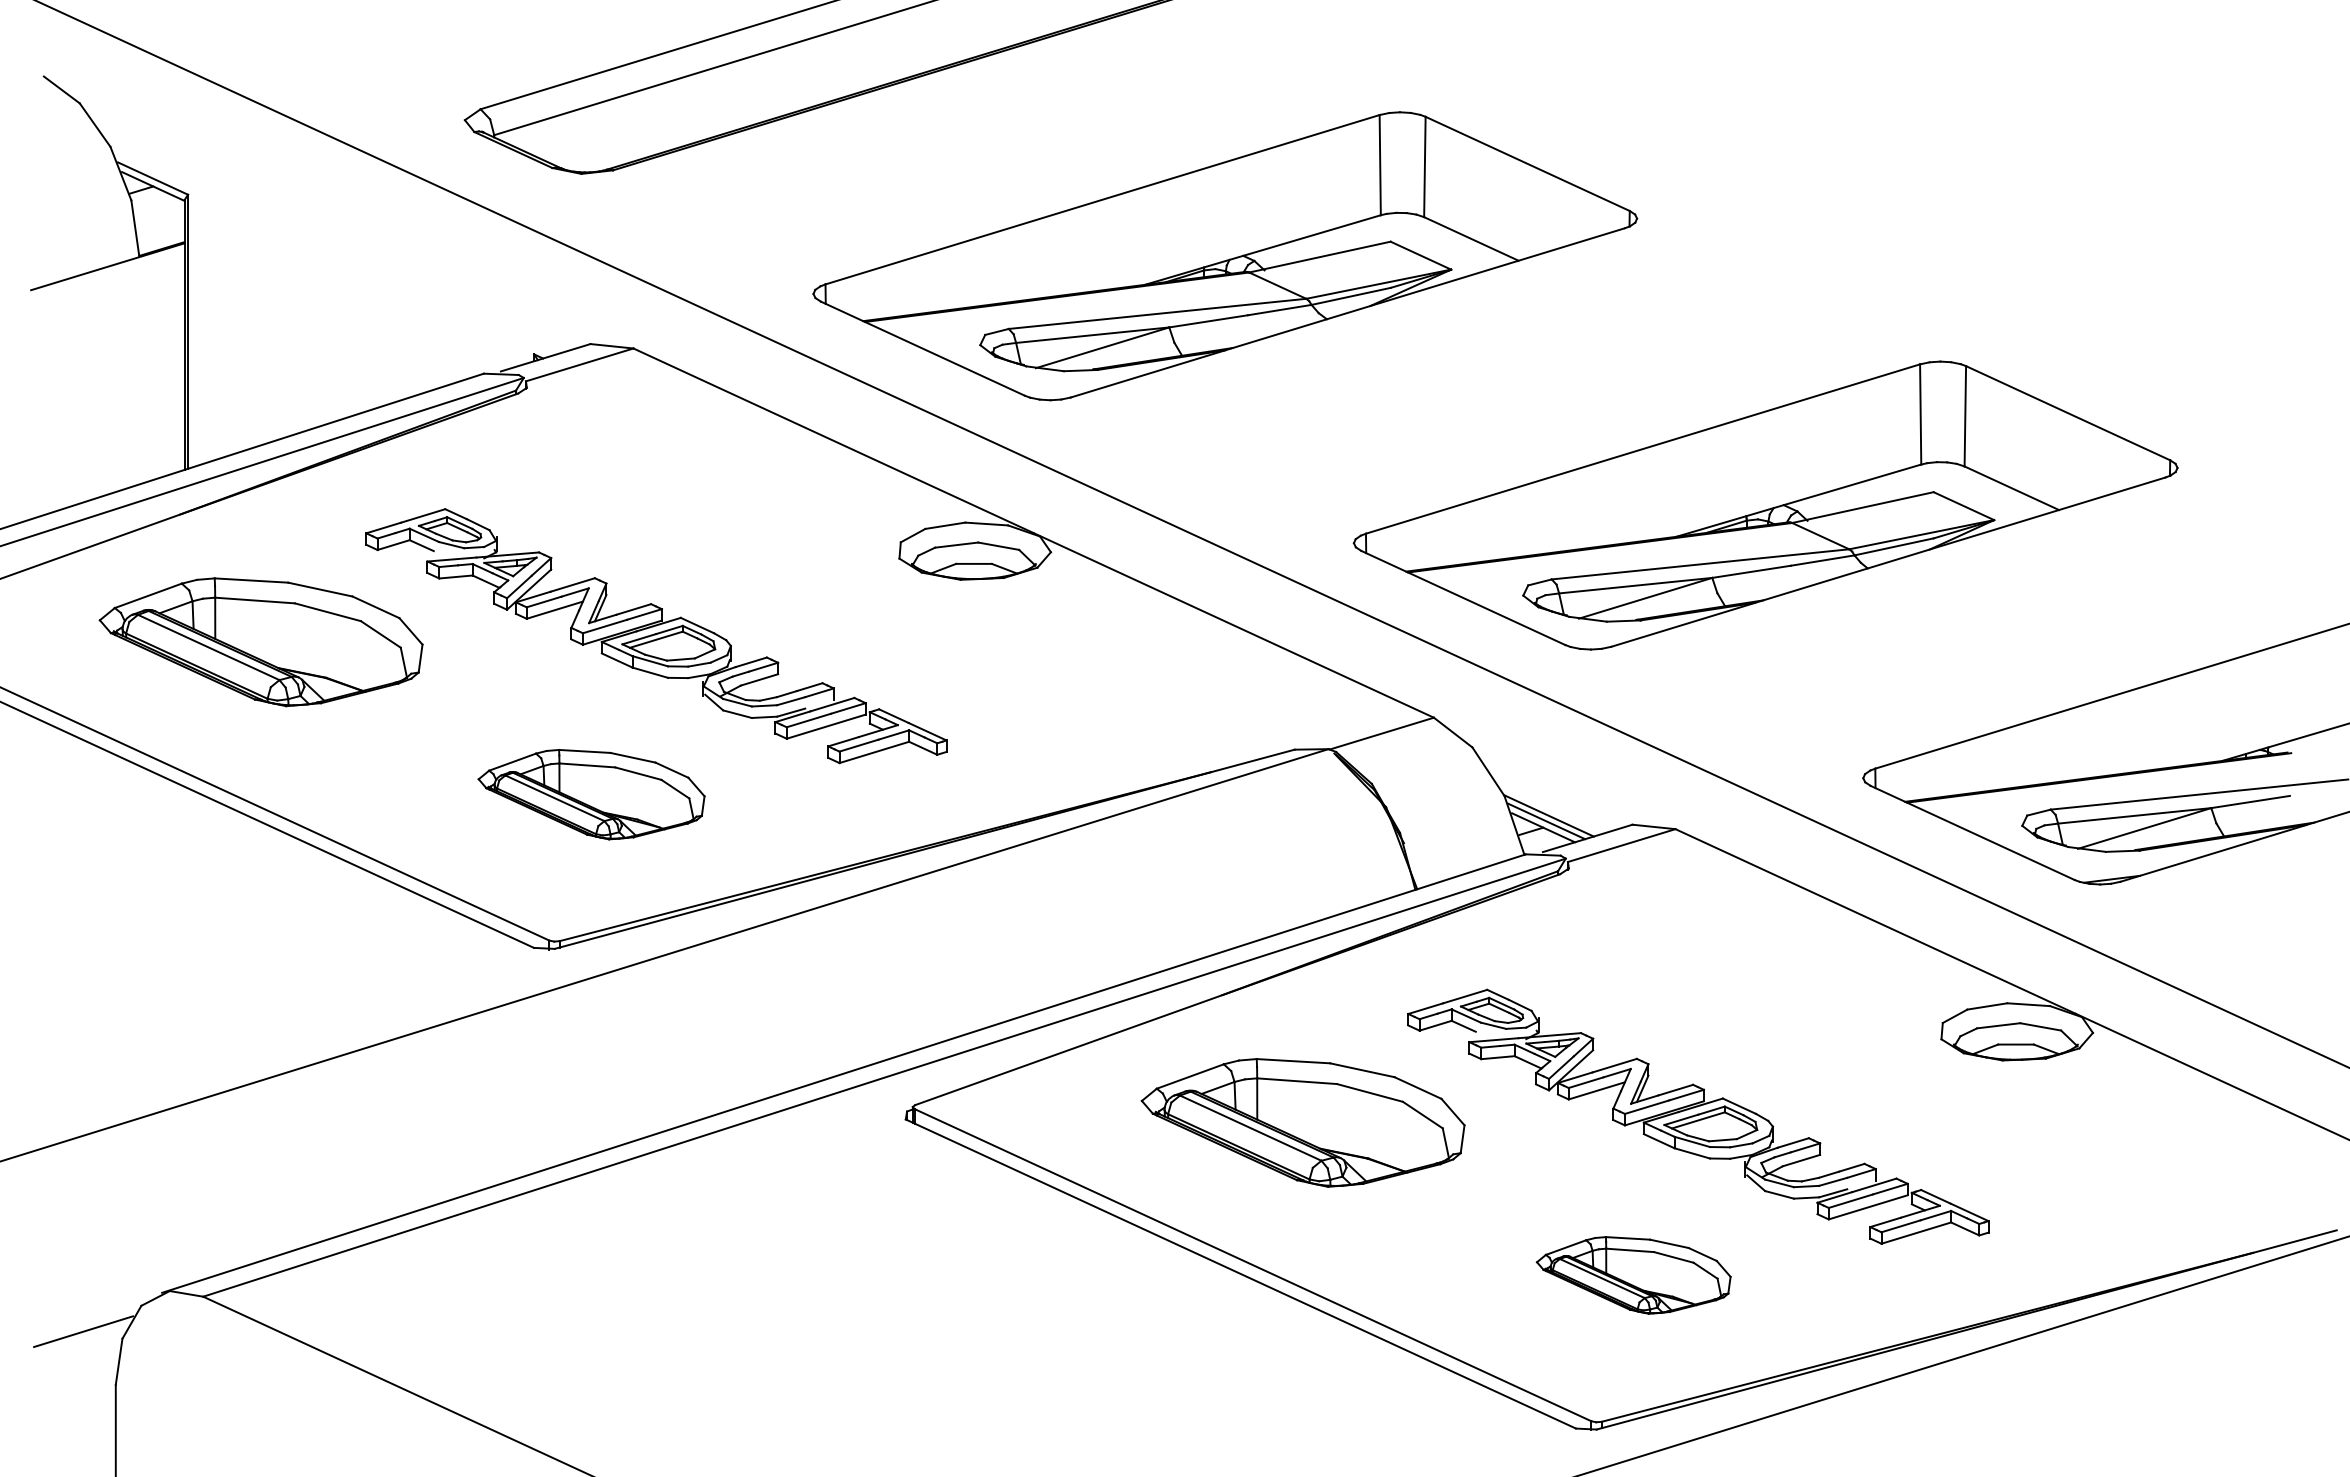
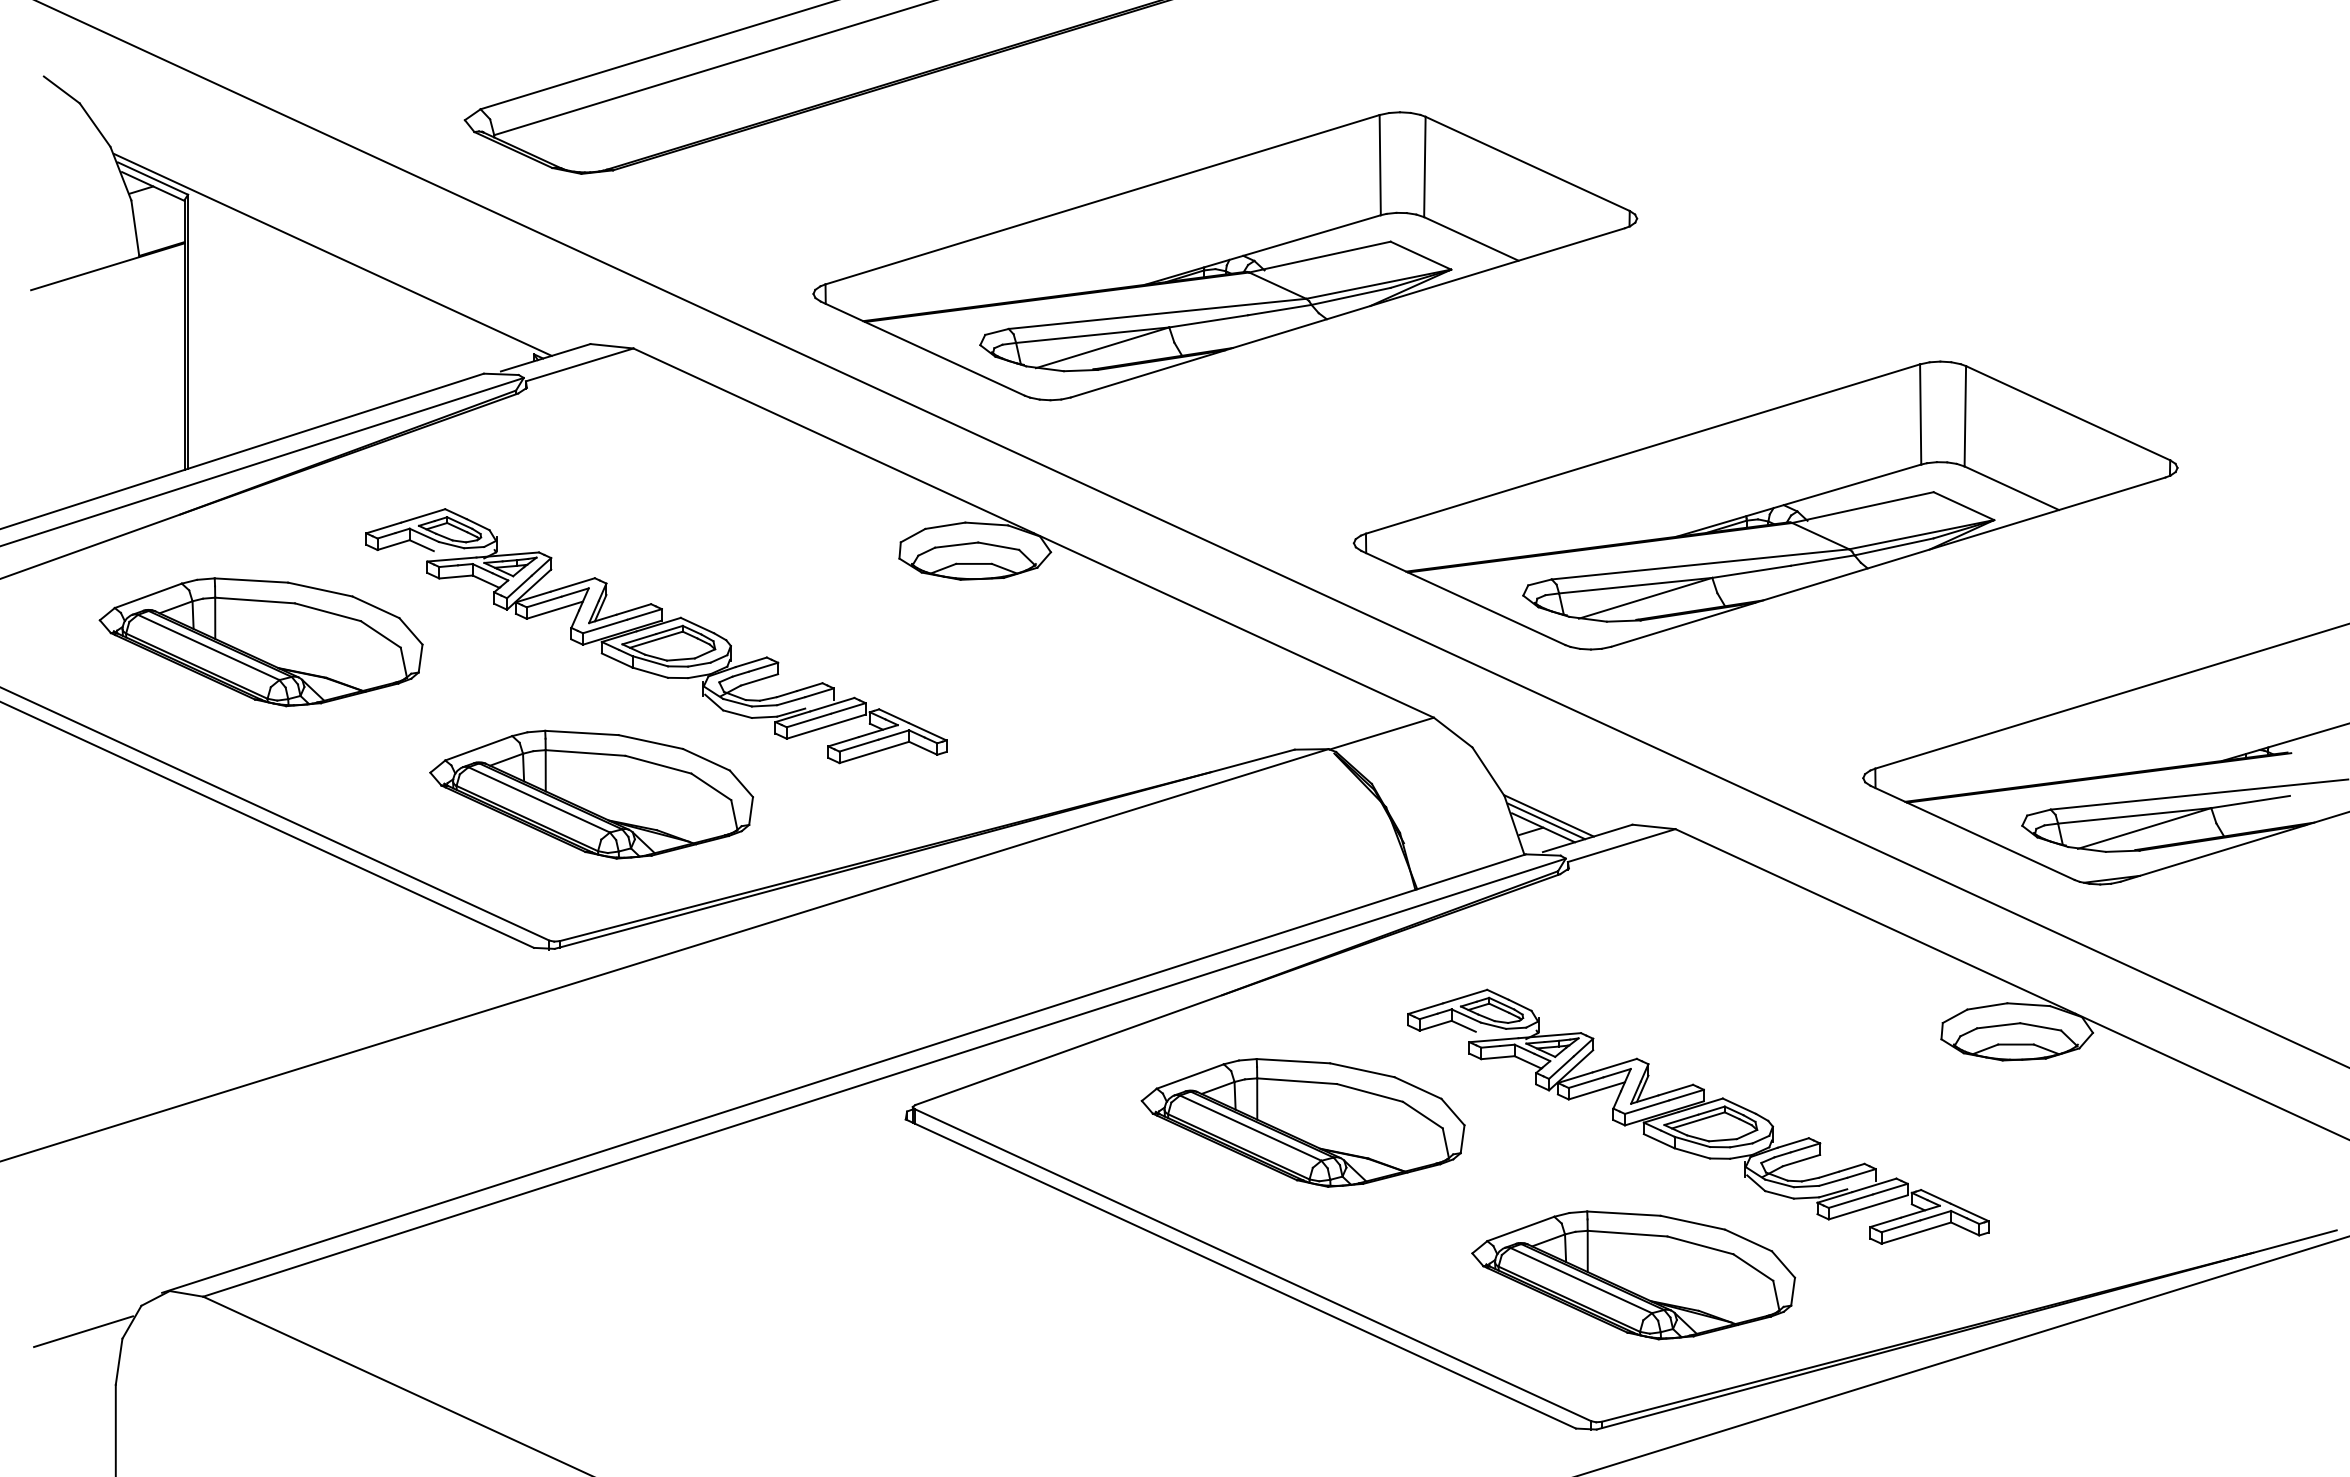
line at (332, 254): none -> present
part at (591, 794) size: 229x92 px -> 325x131 px
part at (1633, 1275) size: 197x79 px -> 326x131 px
